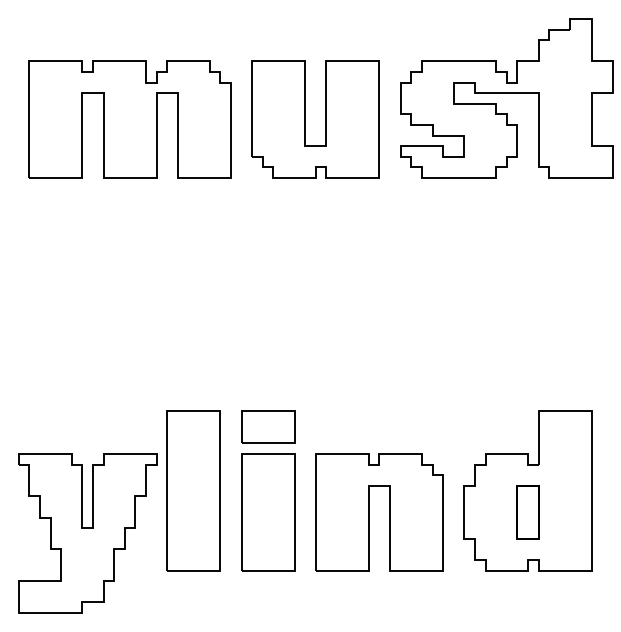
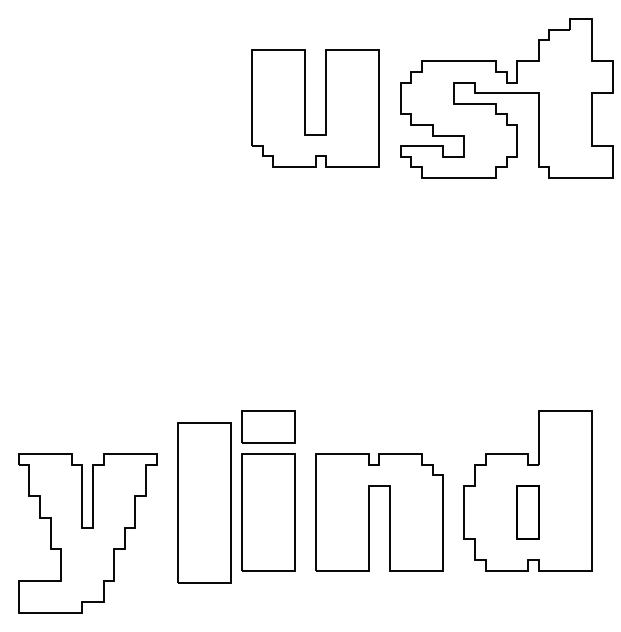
part at (129, 119): present -> none
part at (305, 119) position: (305, 119) -> (305, 108)
part at (193, 490) position: (193, 490) -> (204, 502)
